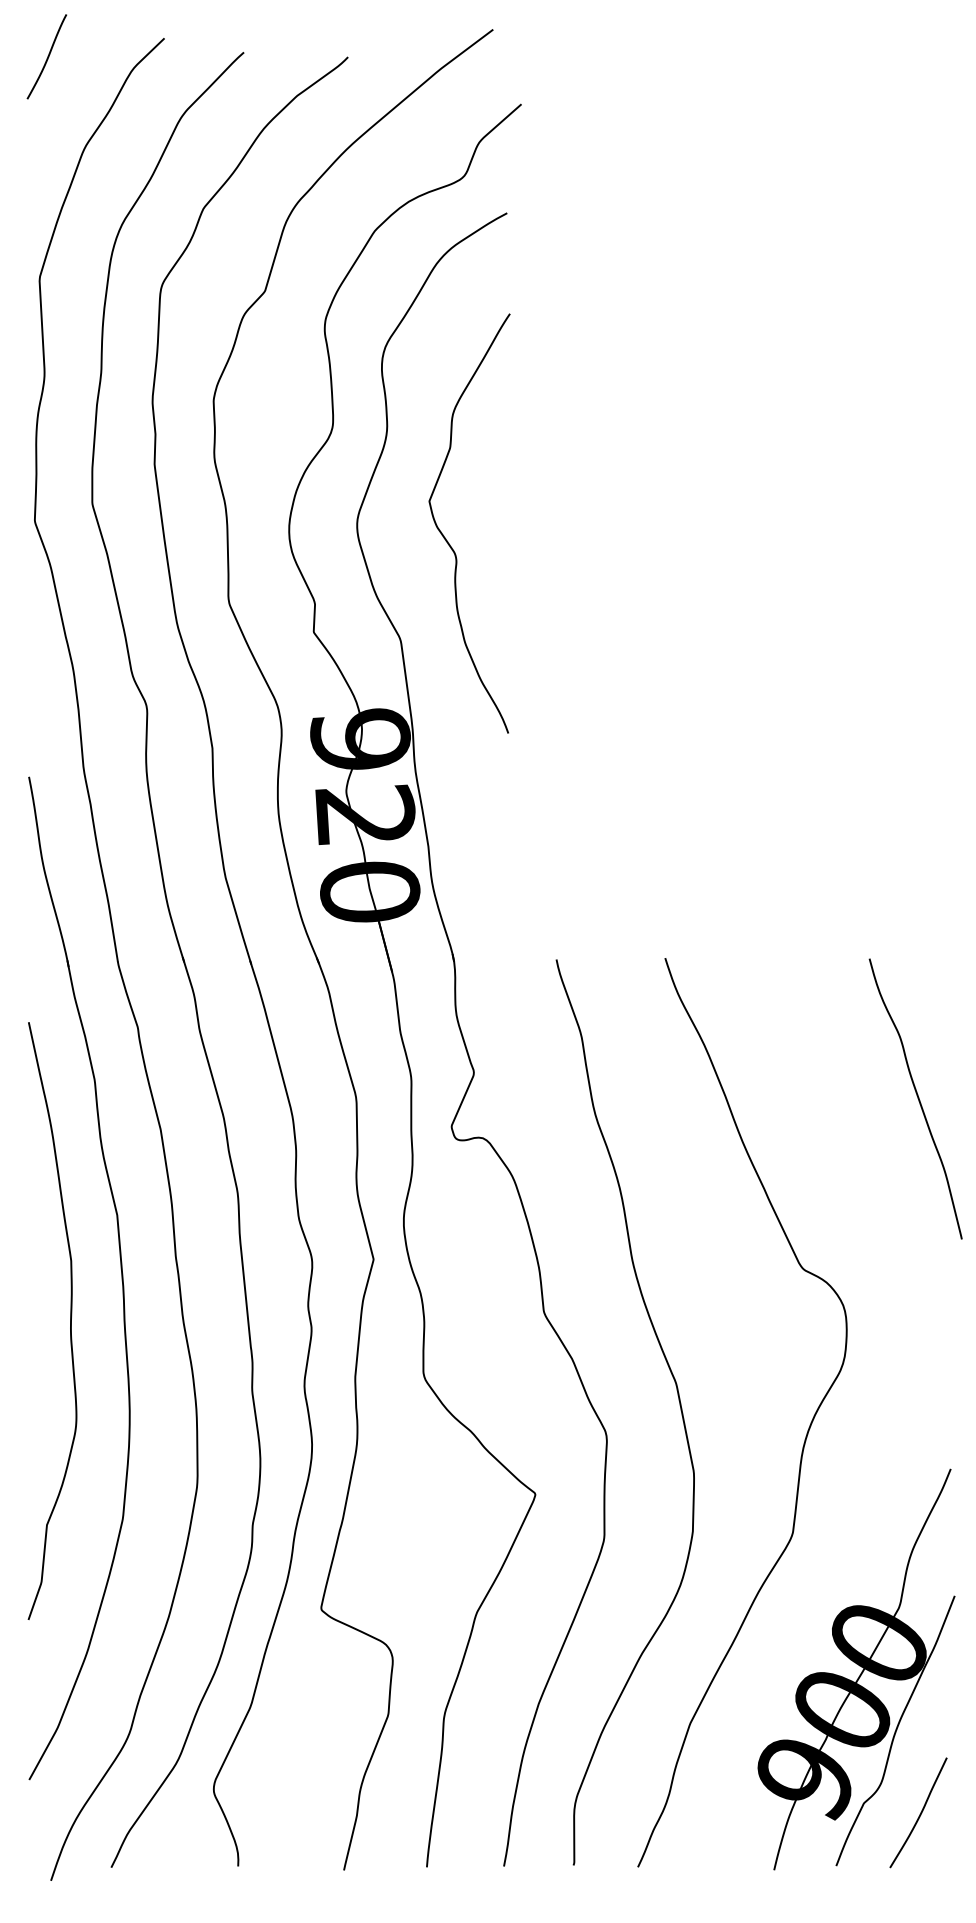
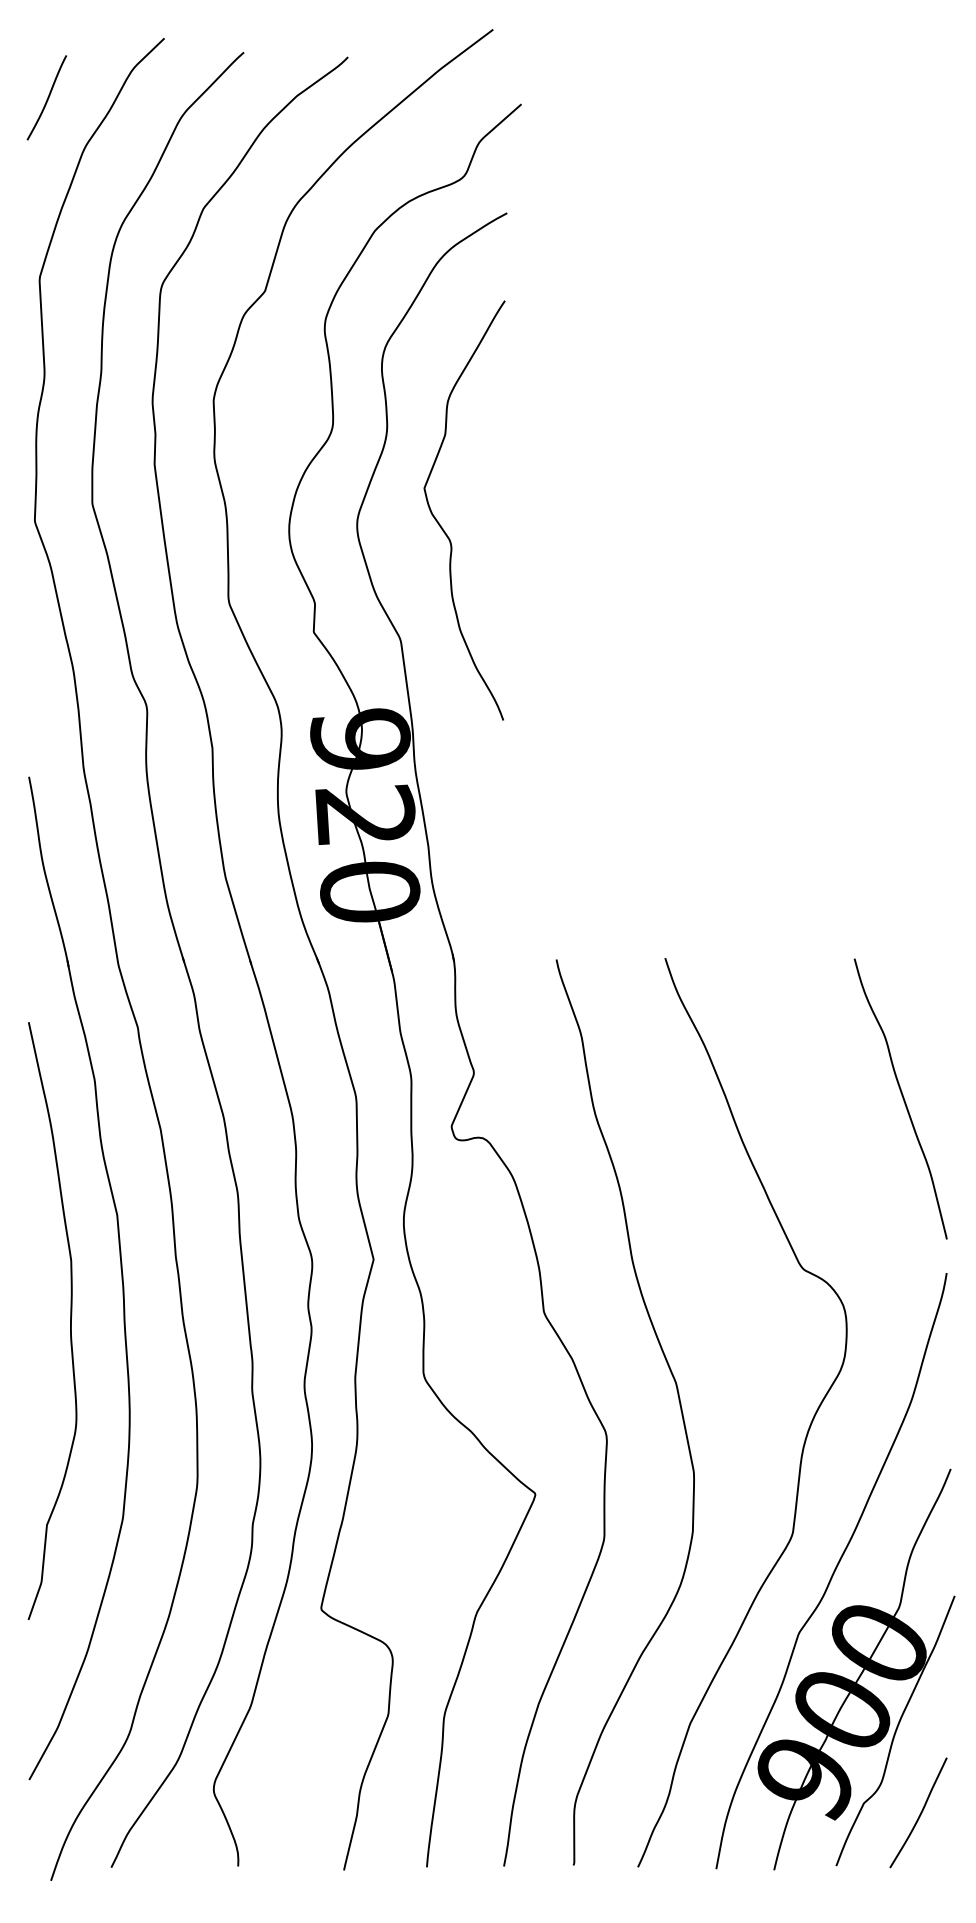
curve at (47, 56) position: (47, 56) -> (47, 97)
curve at (446, 538) position: (446, 538) -> (441, 525)
curve at (917, 1098) position: (917, 1098) -> (902, 1098)
curve at (833, 1571): none -> present
